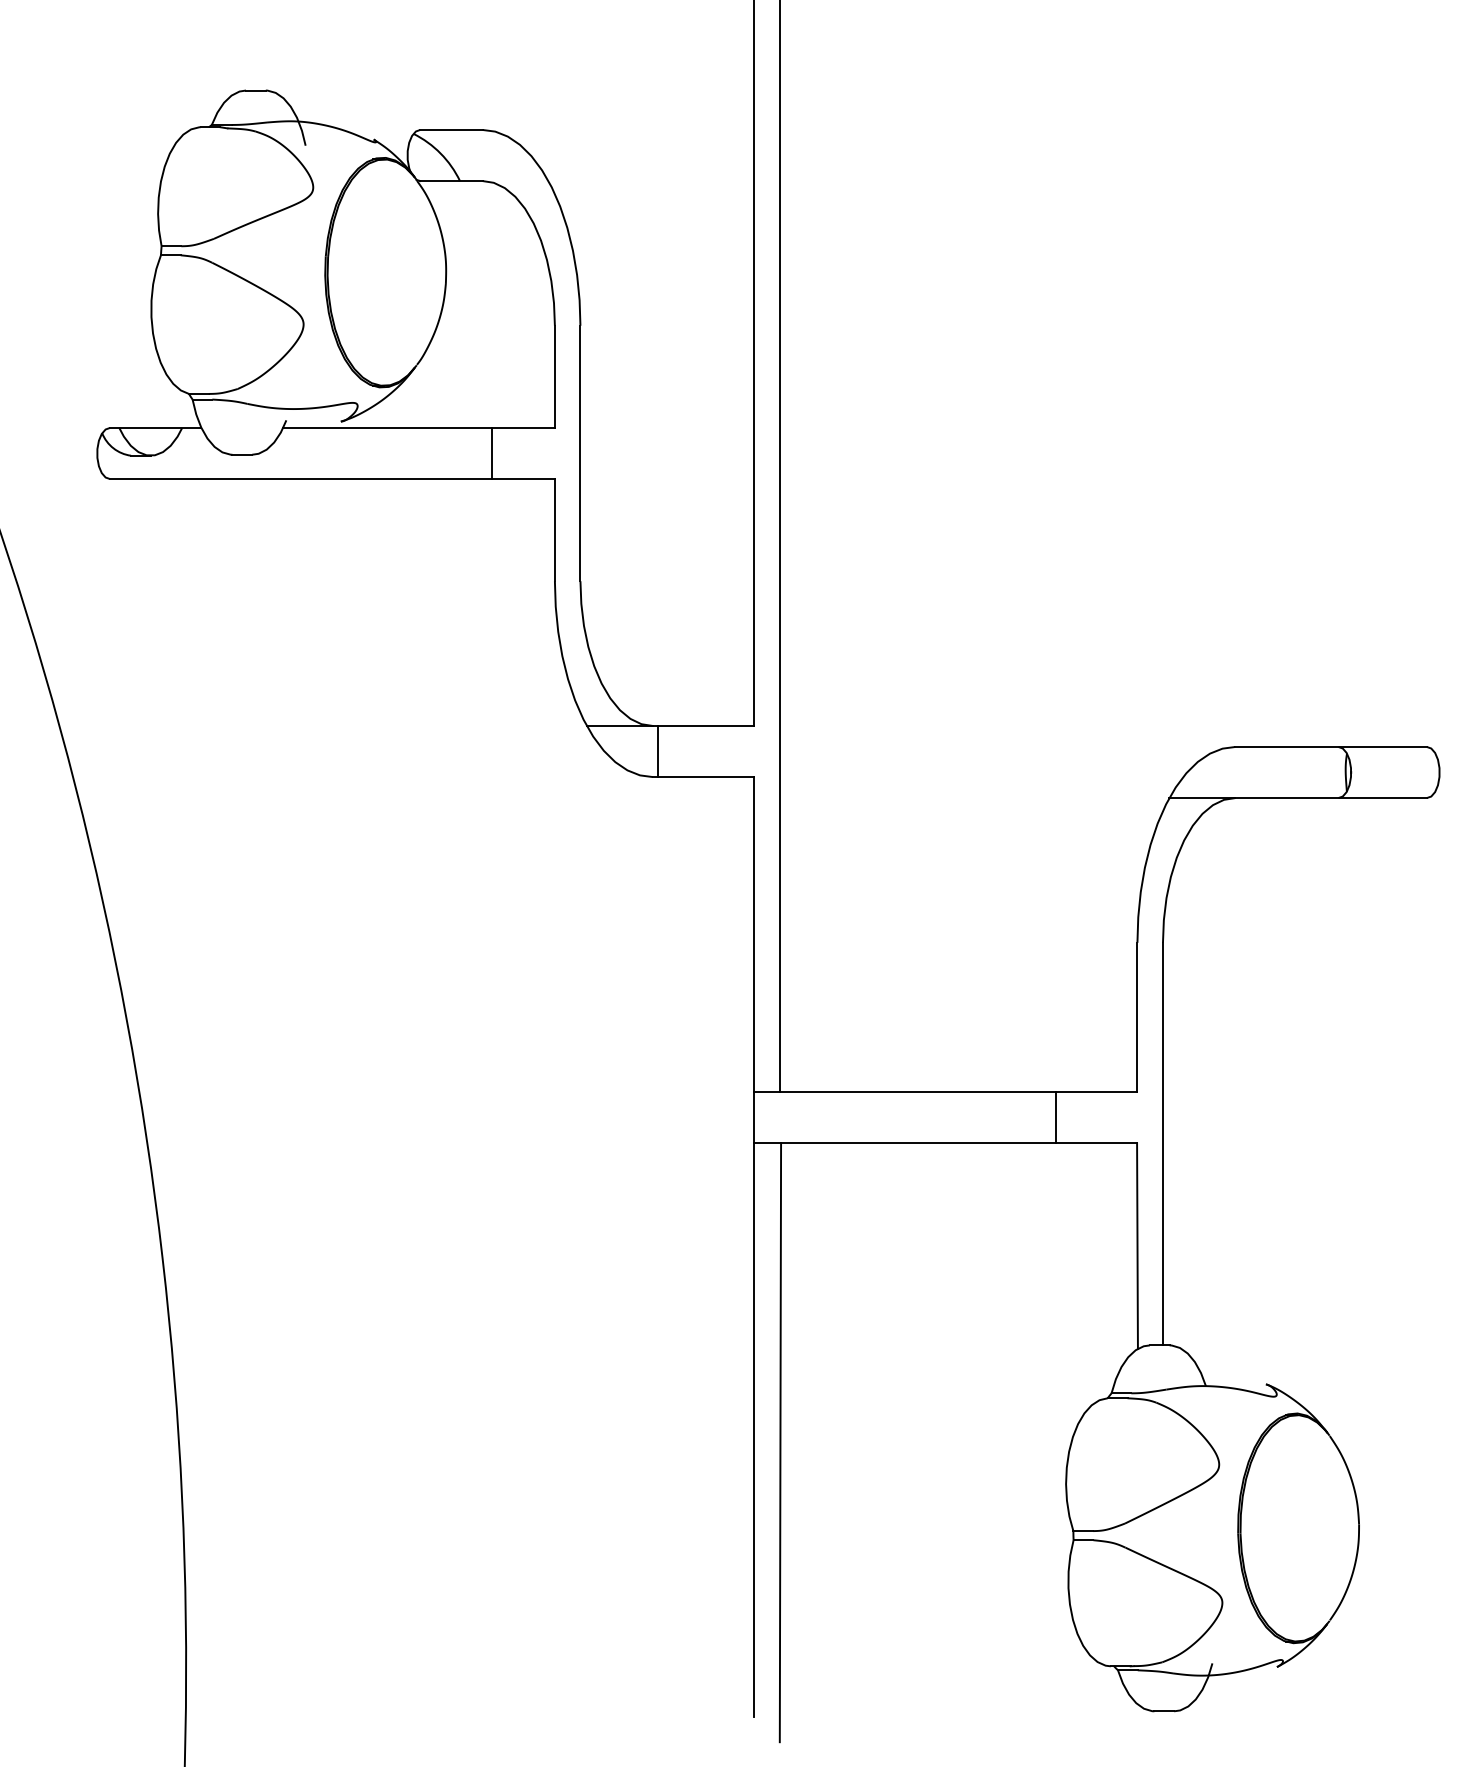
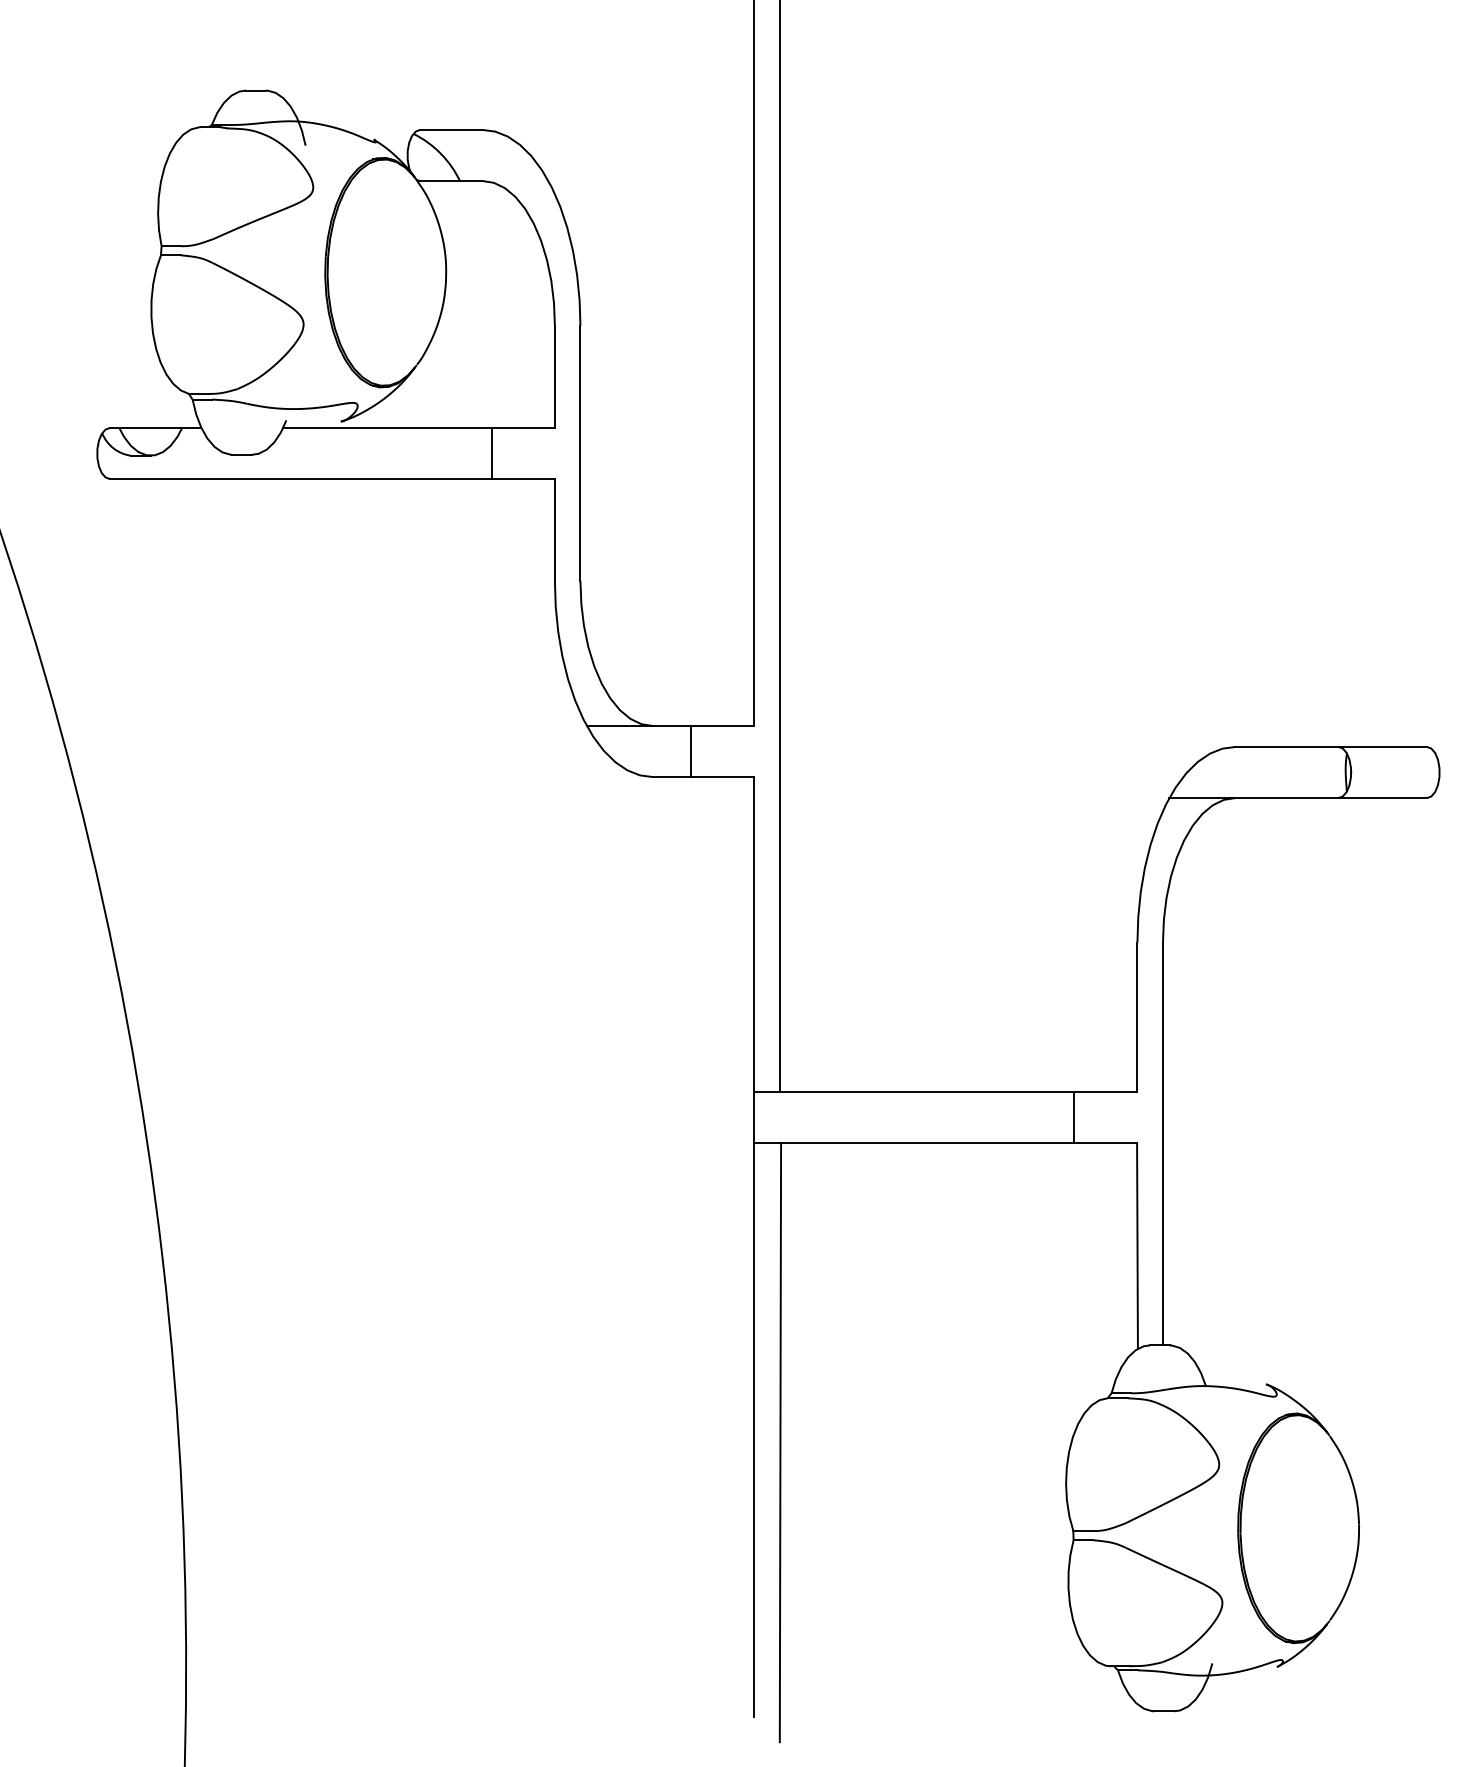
line at (658, 751) position: (658, 751) -> (691, 751)
line at (1056, 1117) position: (1056, 1117) -> (1074, 1117)
